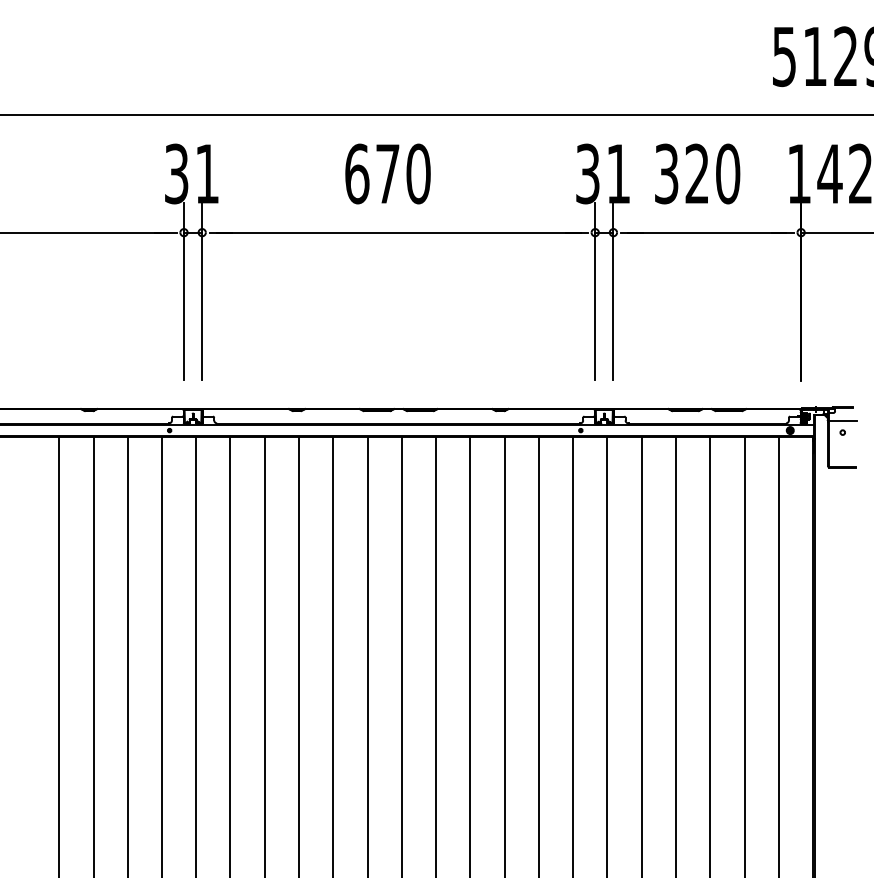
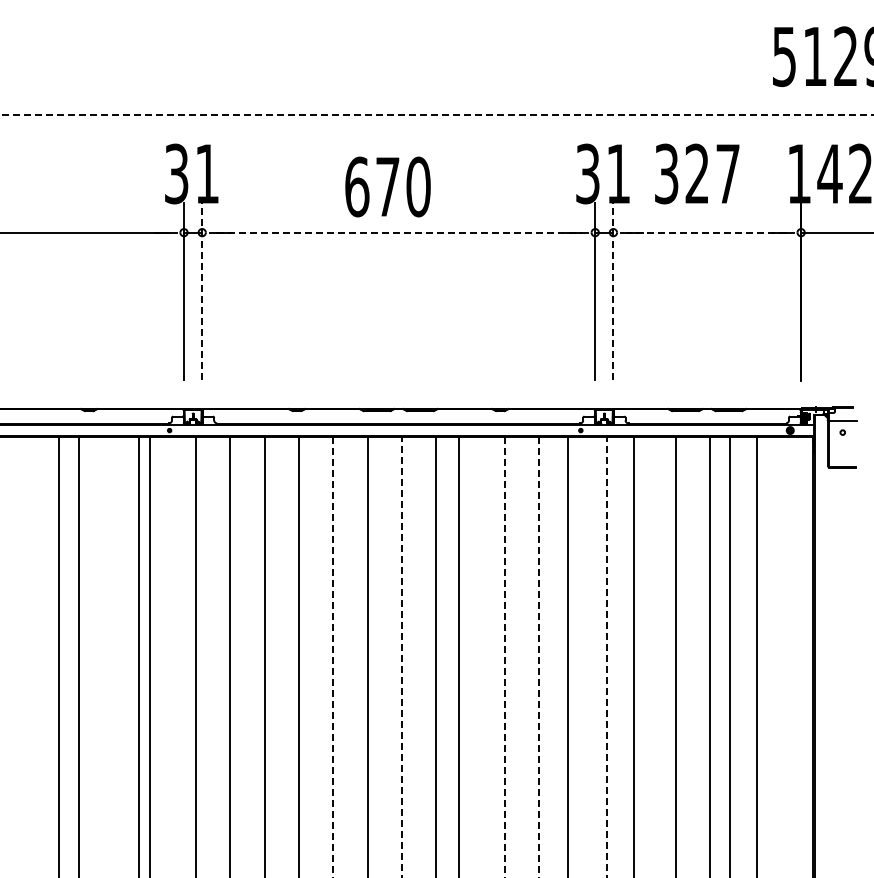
line at (437, 115): solid -> dashed
text at (387, 173) position: (387, 173) -> (387, 186)
text at (728, 173): 320 -> 327
line at (398, 232): solid -> dashed
line at (706, 232): solid -> dashed
line at (202, 291): solid -> dashed
line at (613, 291): solid -> dashed
line at (93, 655) position: (93, 655) -> (78, 655)
line at (127, 655) position: (127, 655) -> (138, 655)
line at (162, 655) position: (162, 655) -> (150, 655)
line at (470, 655) position: (470, 655) -> (459, 655)
line at (573, 655) position: (573, 655) -> (568, 655)
line at (641, 655) position: (641, 655) -> (633, 655)
line at (744, 655) position: (744, 655) -> (729, 655)
line at (778, 655) position: (778, 655) -> (756, 655)
line at (401, 656): solid -> dashed
line at (607, 656): solid -> dashed
line at (333, 657): solid -> dashed
line at (504, 657): solid -> dashed
line at (539, 657): solid -> dashed
